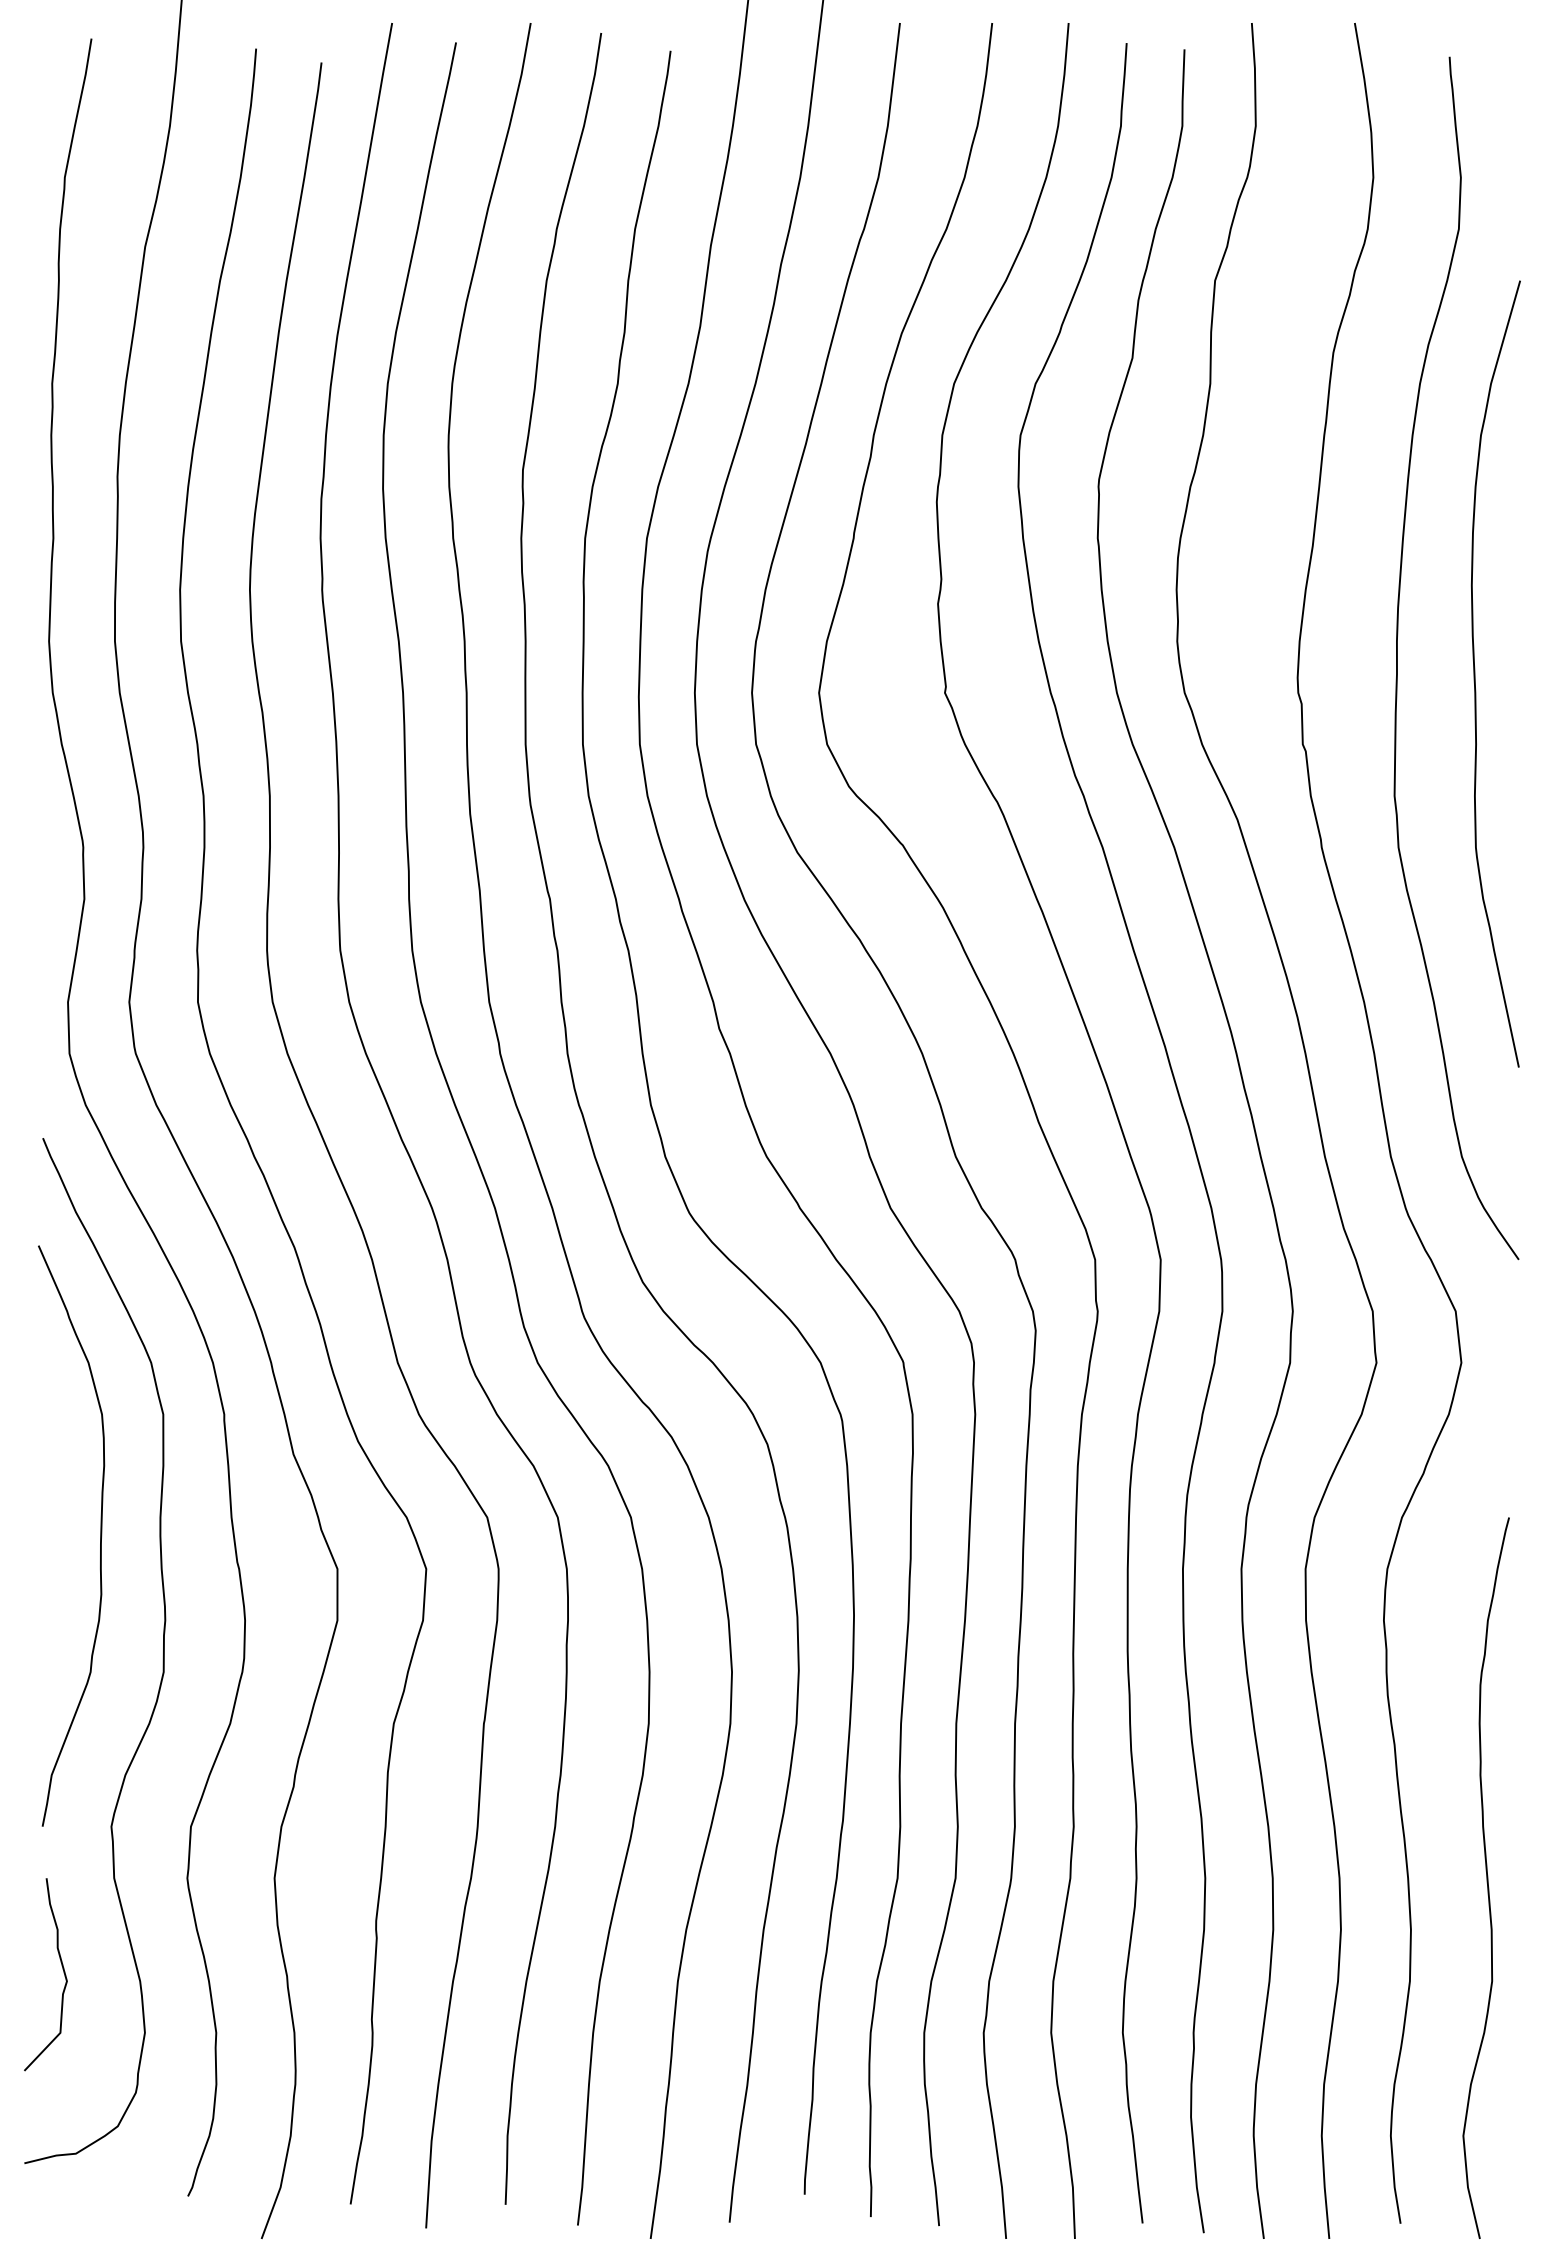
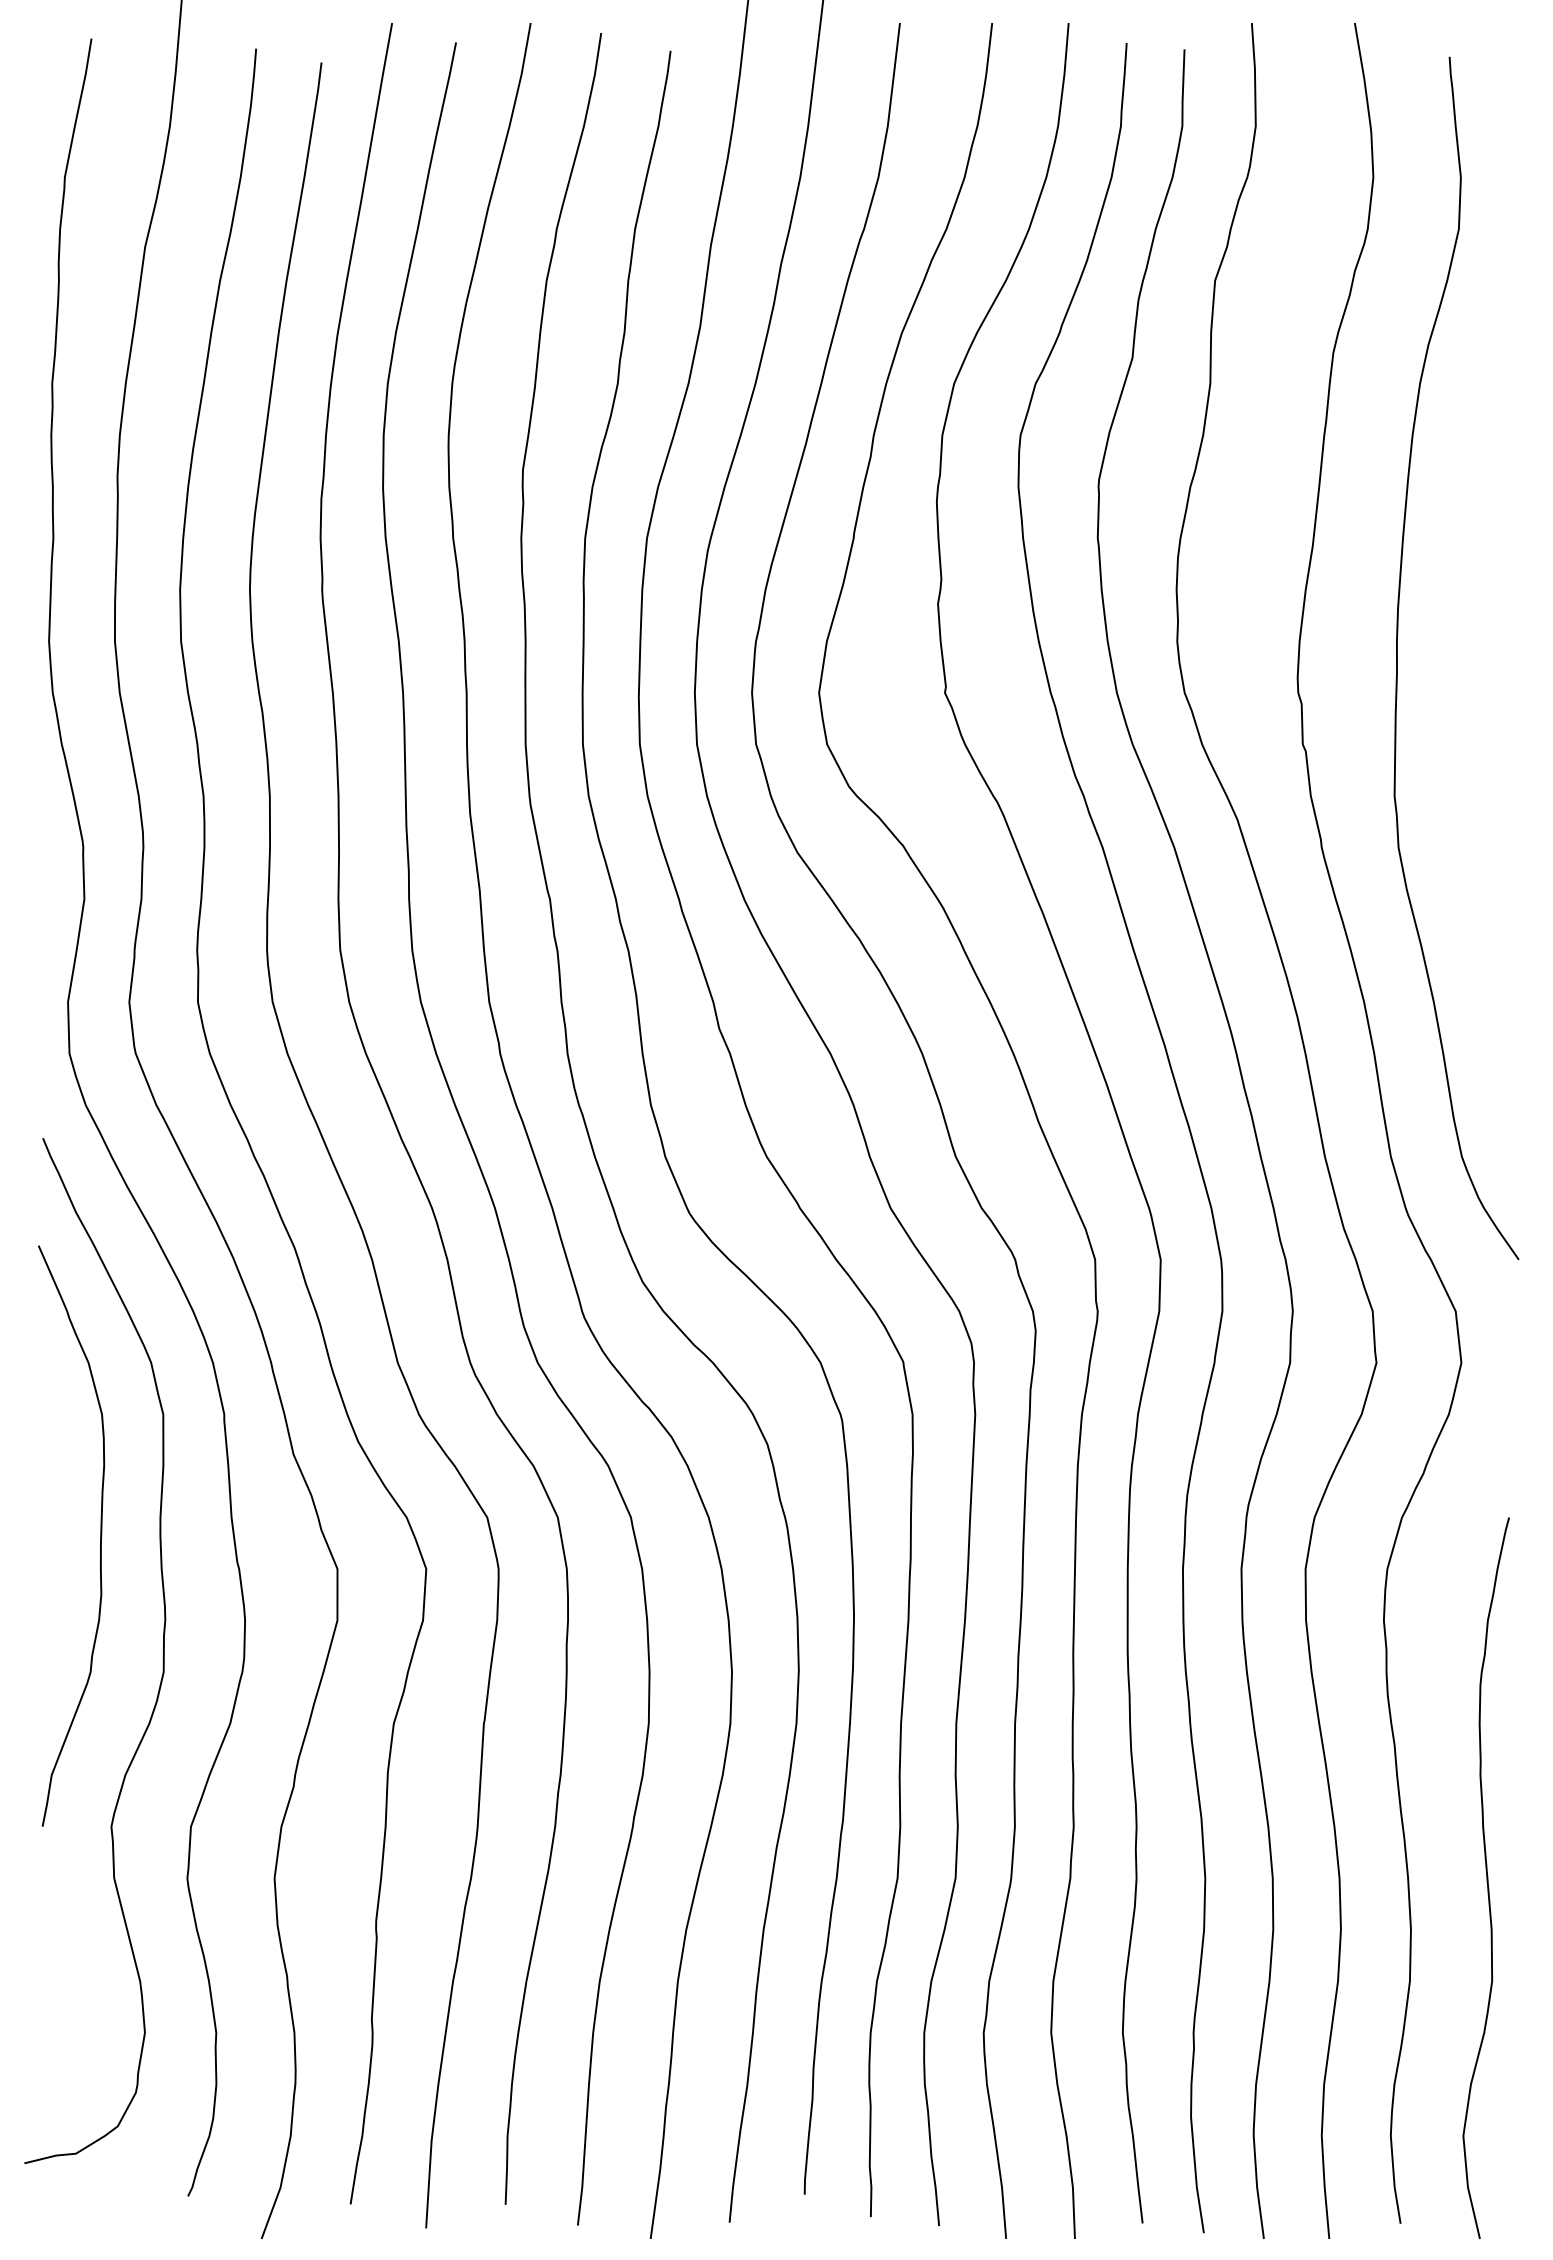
curve at (1475, 673): present -> none
curve at (62, 1969): present -> none
